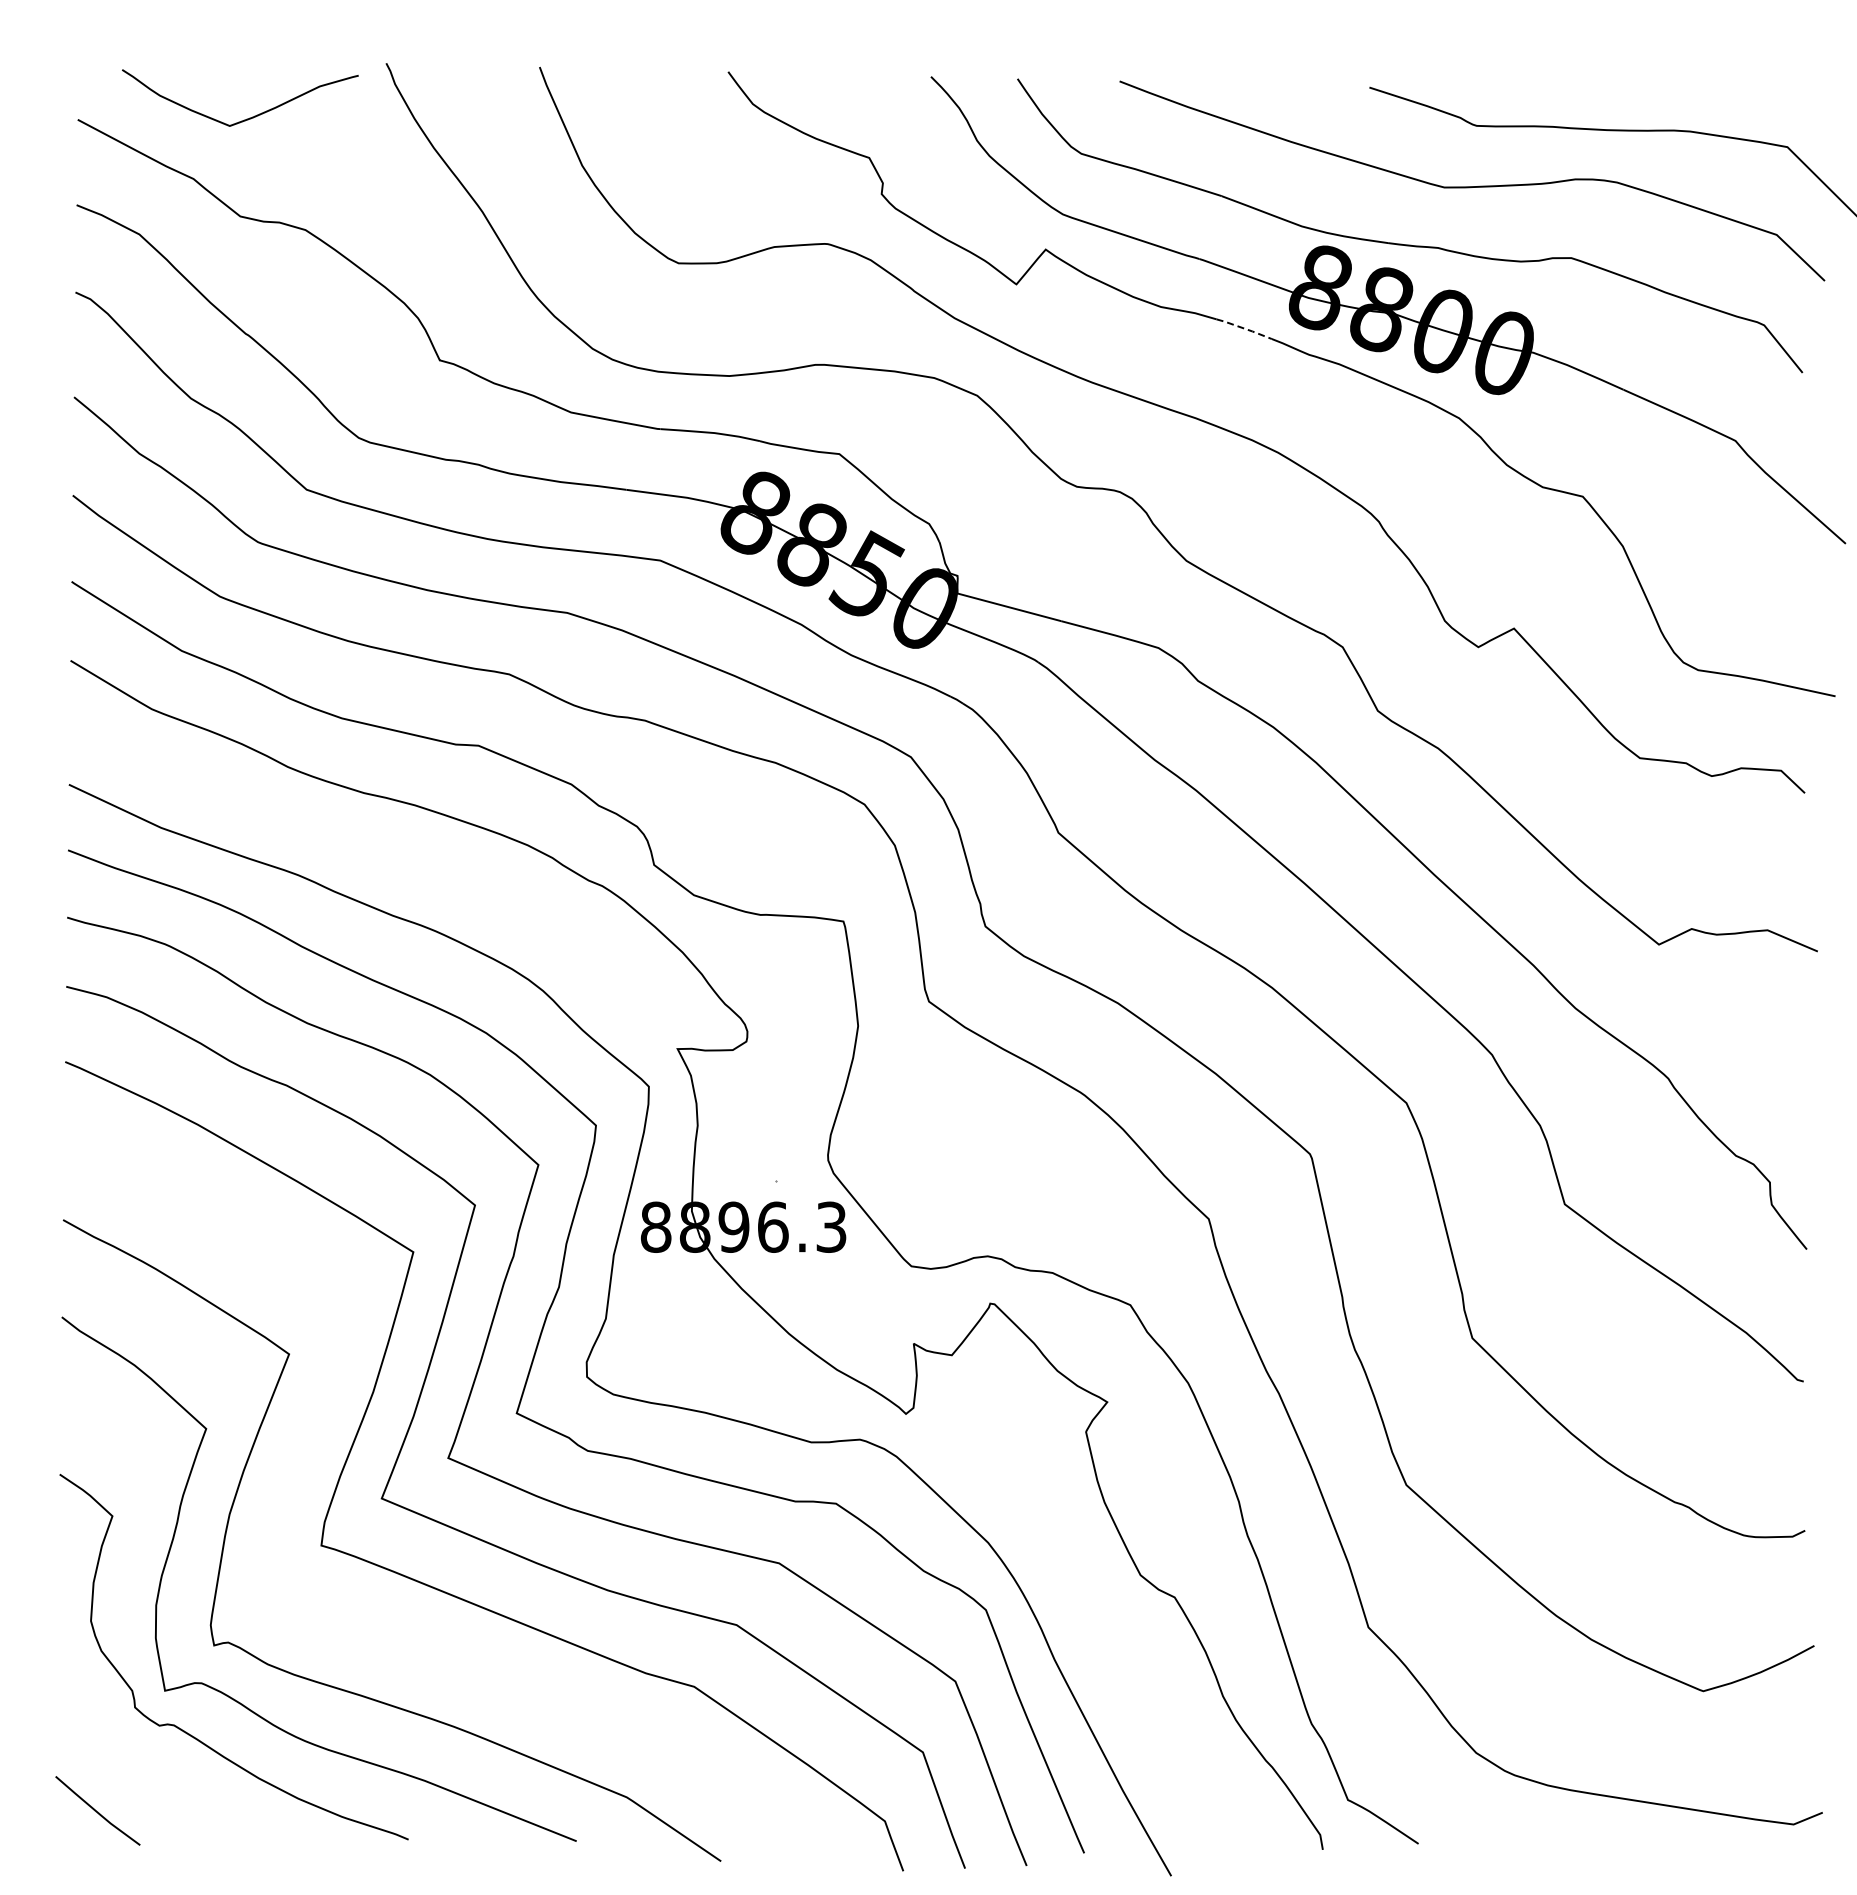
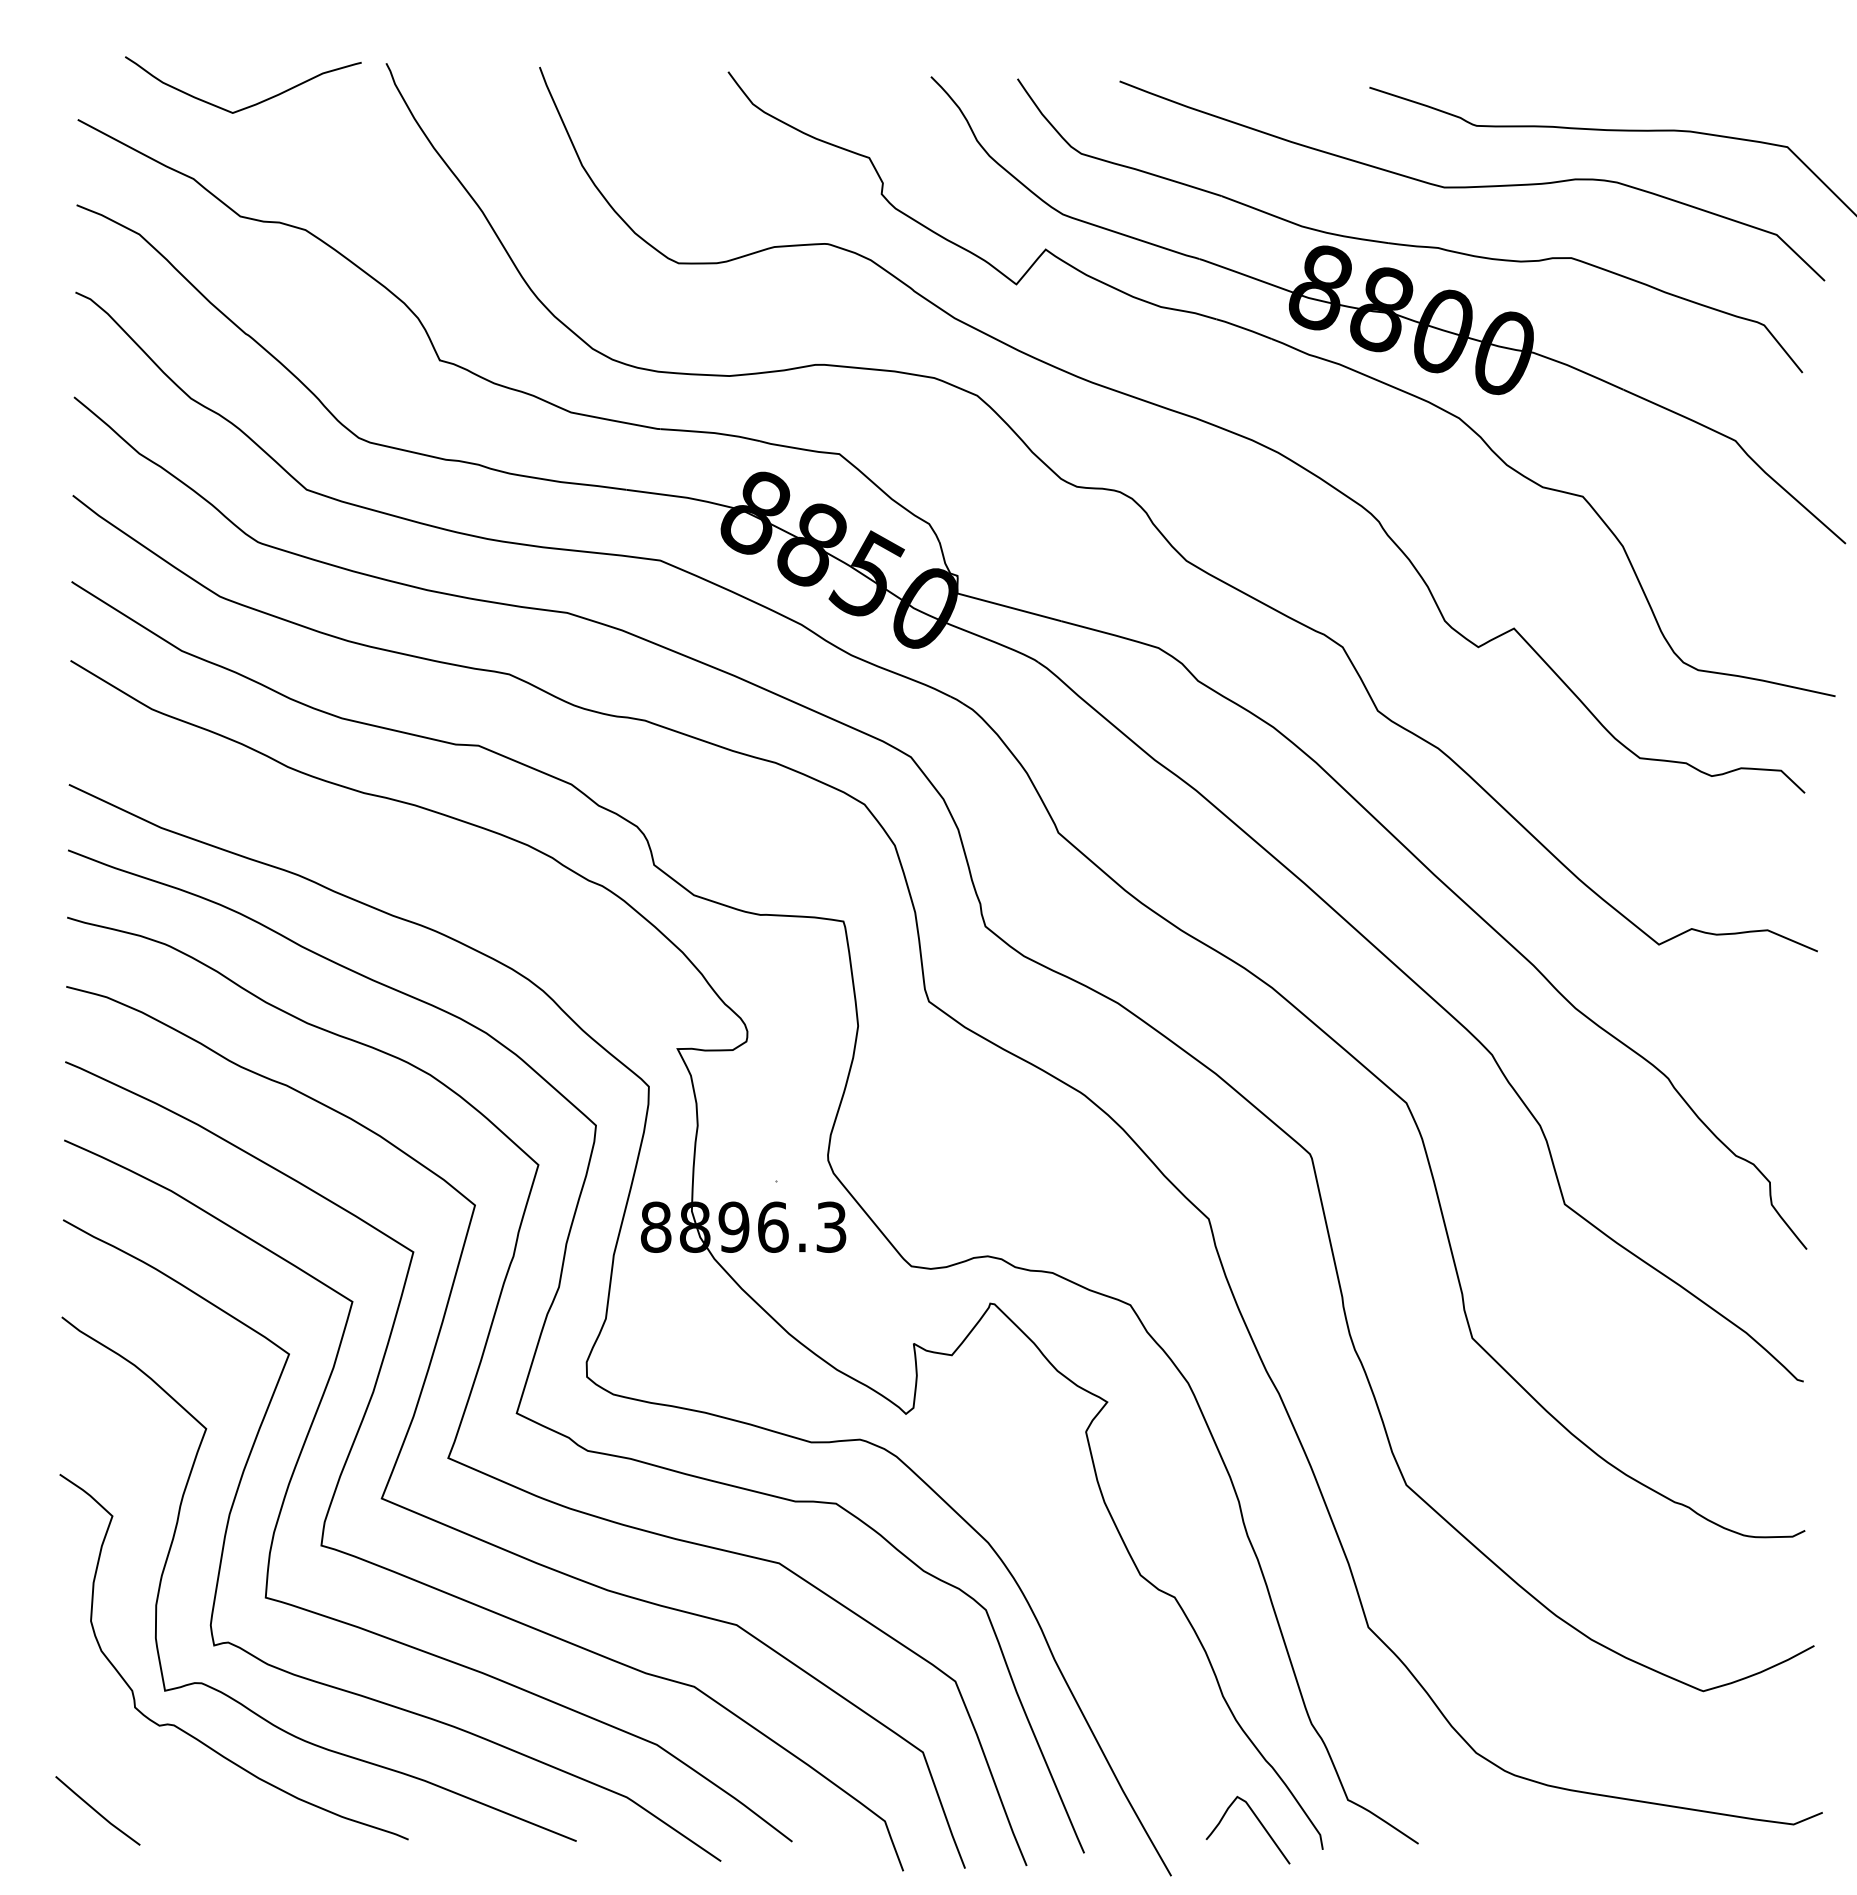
curve at (249, 117) position: (249, 117) -> (252, 104)
line at (1244, 328): dashed -> solid
curve at (306, 1441): none -> present
curve at (1257, 1820): none -> present
